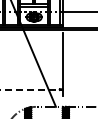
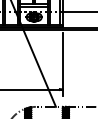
line at (30, 89): dashed -> solid
